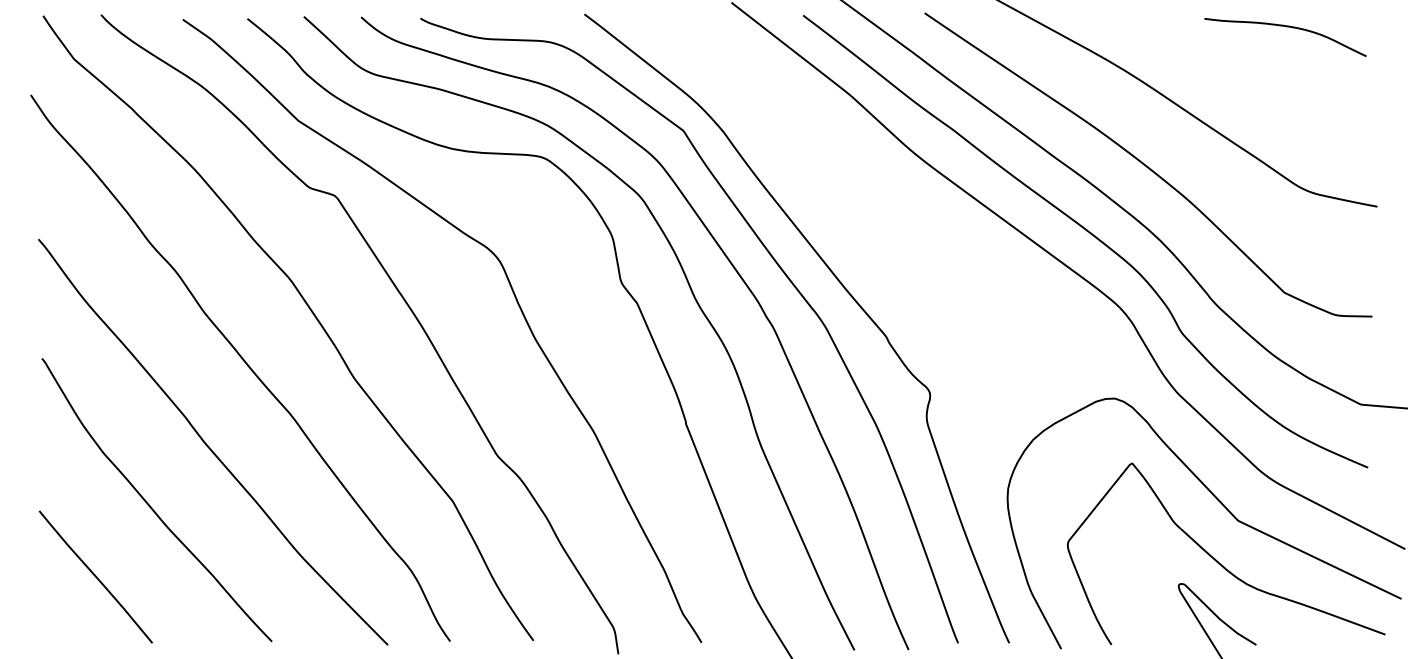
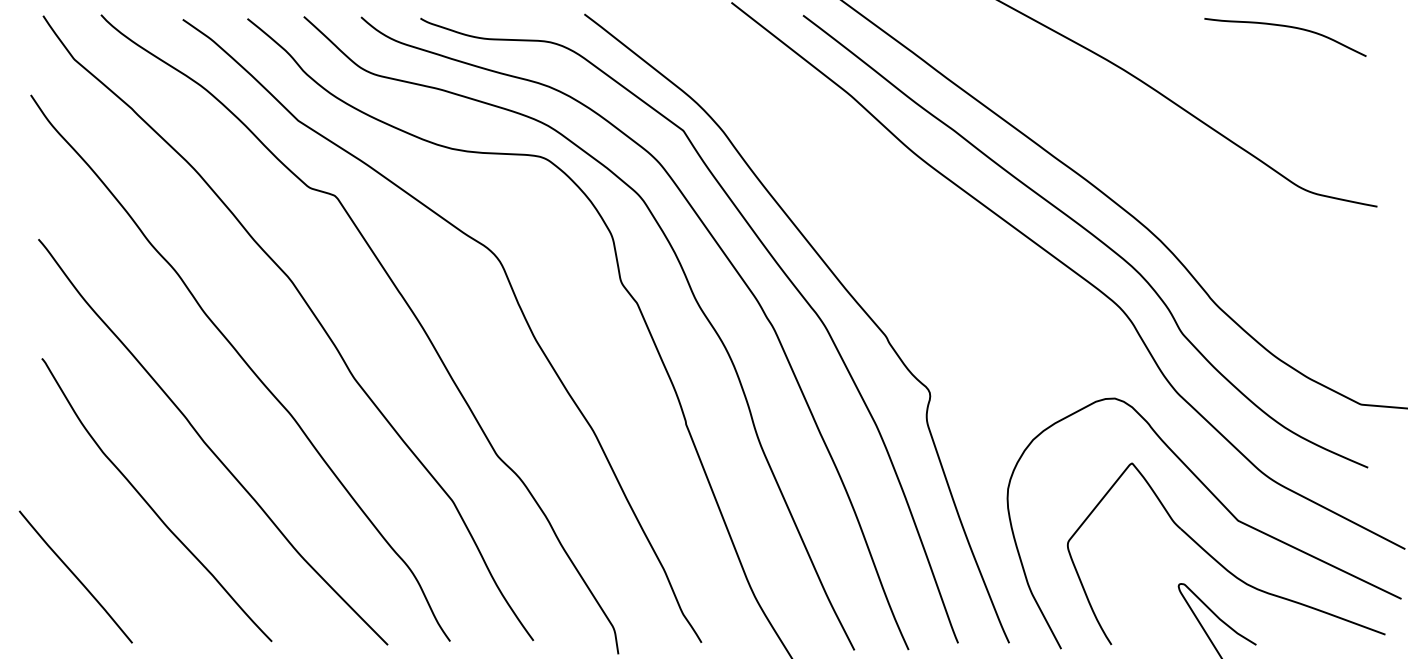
curve at (1147, 165): present -> none
line at (95, 576) position: (95, 576) -> (75, 576)
